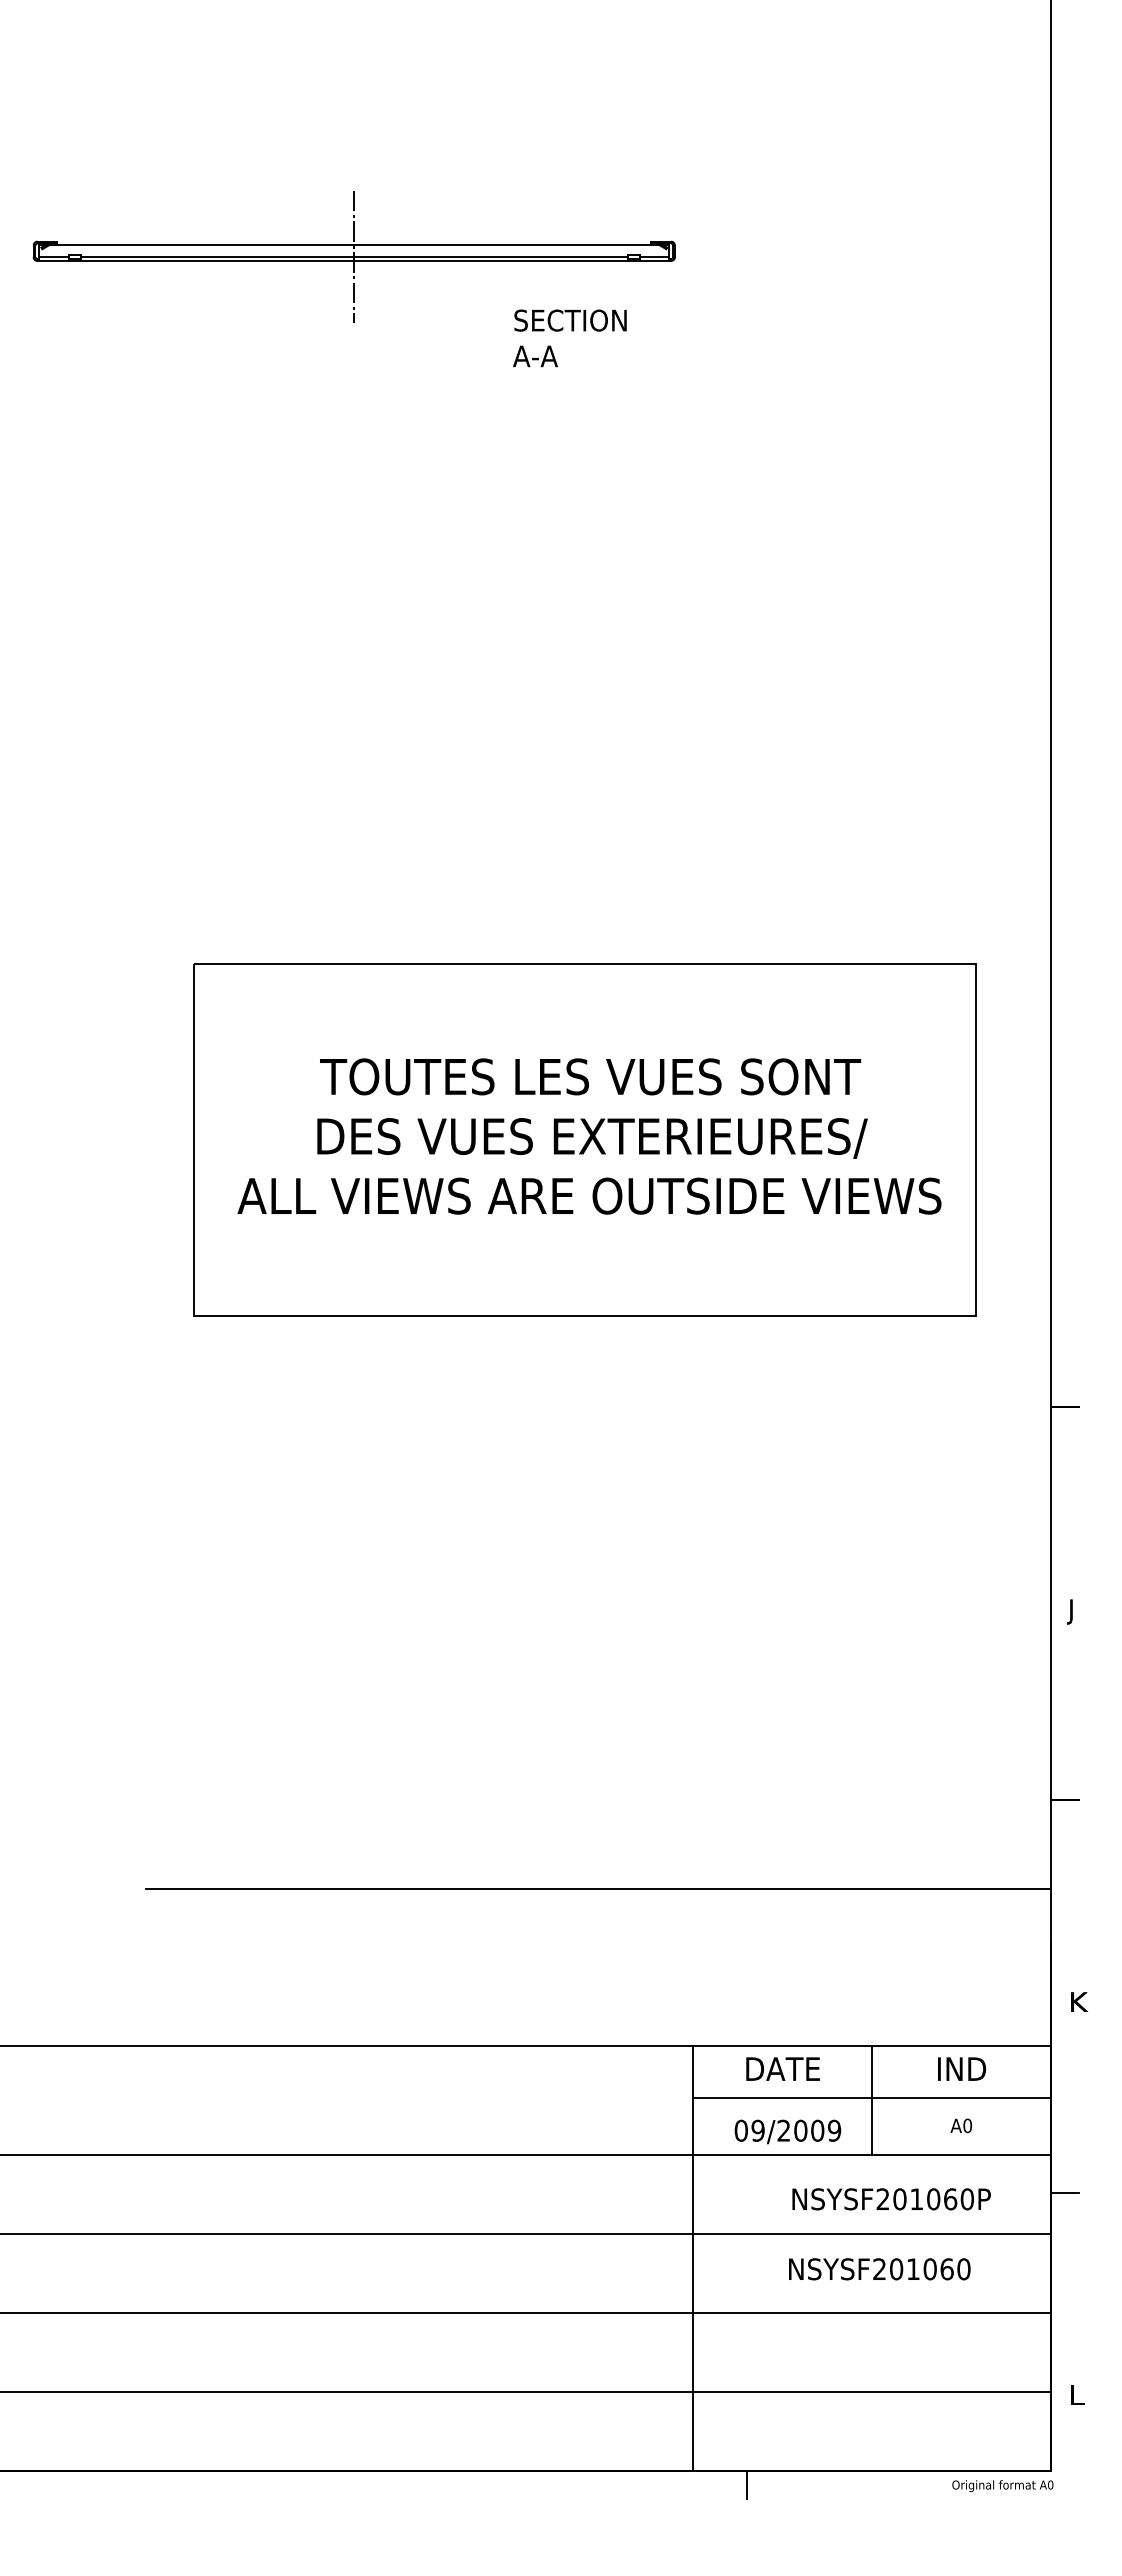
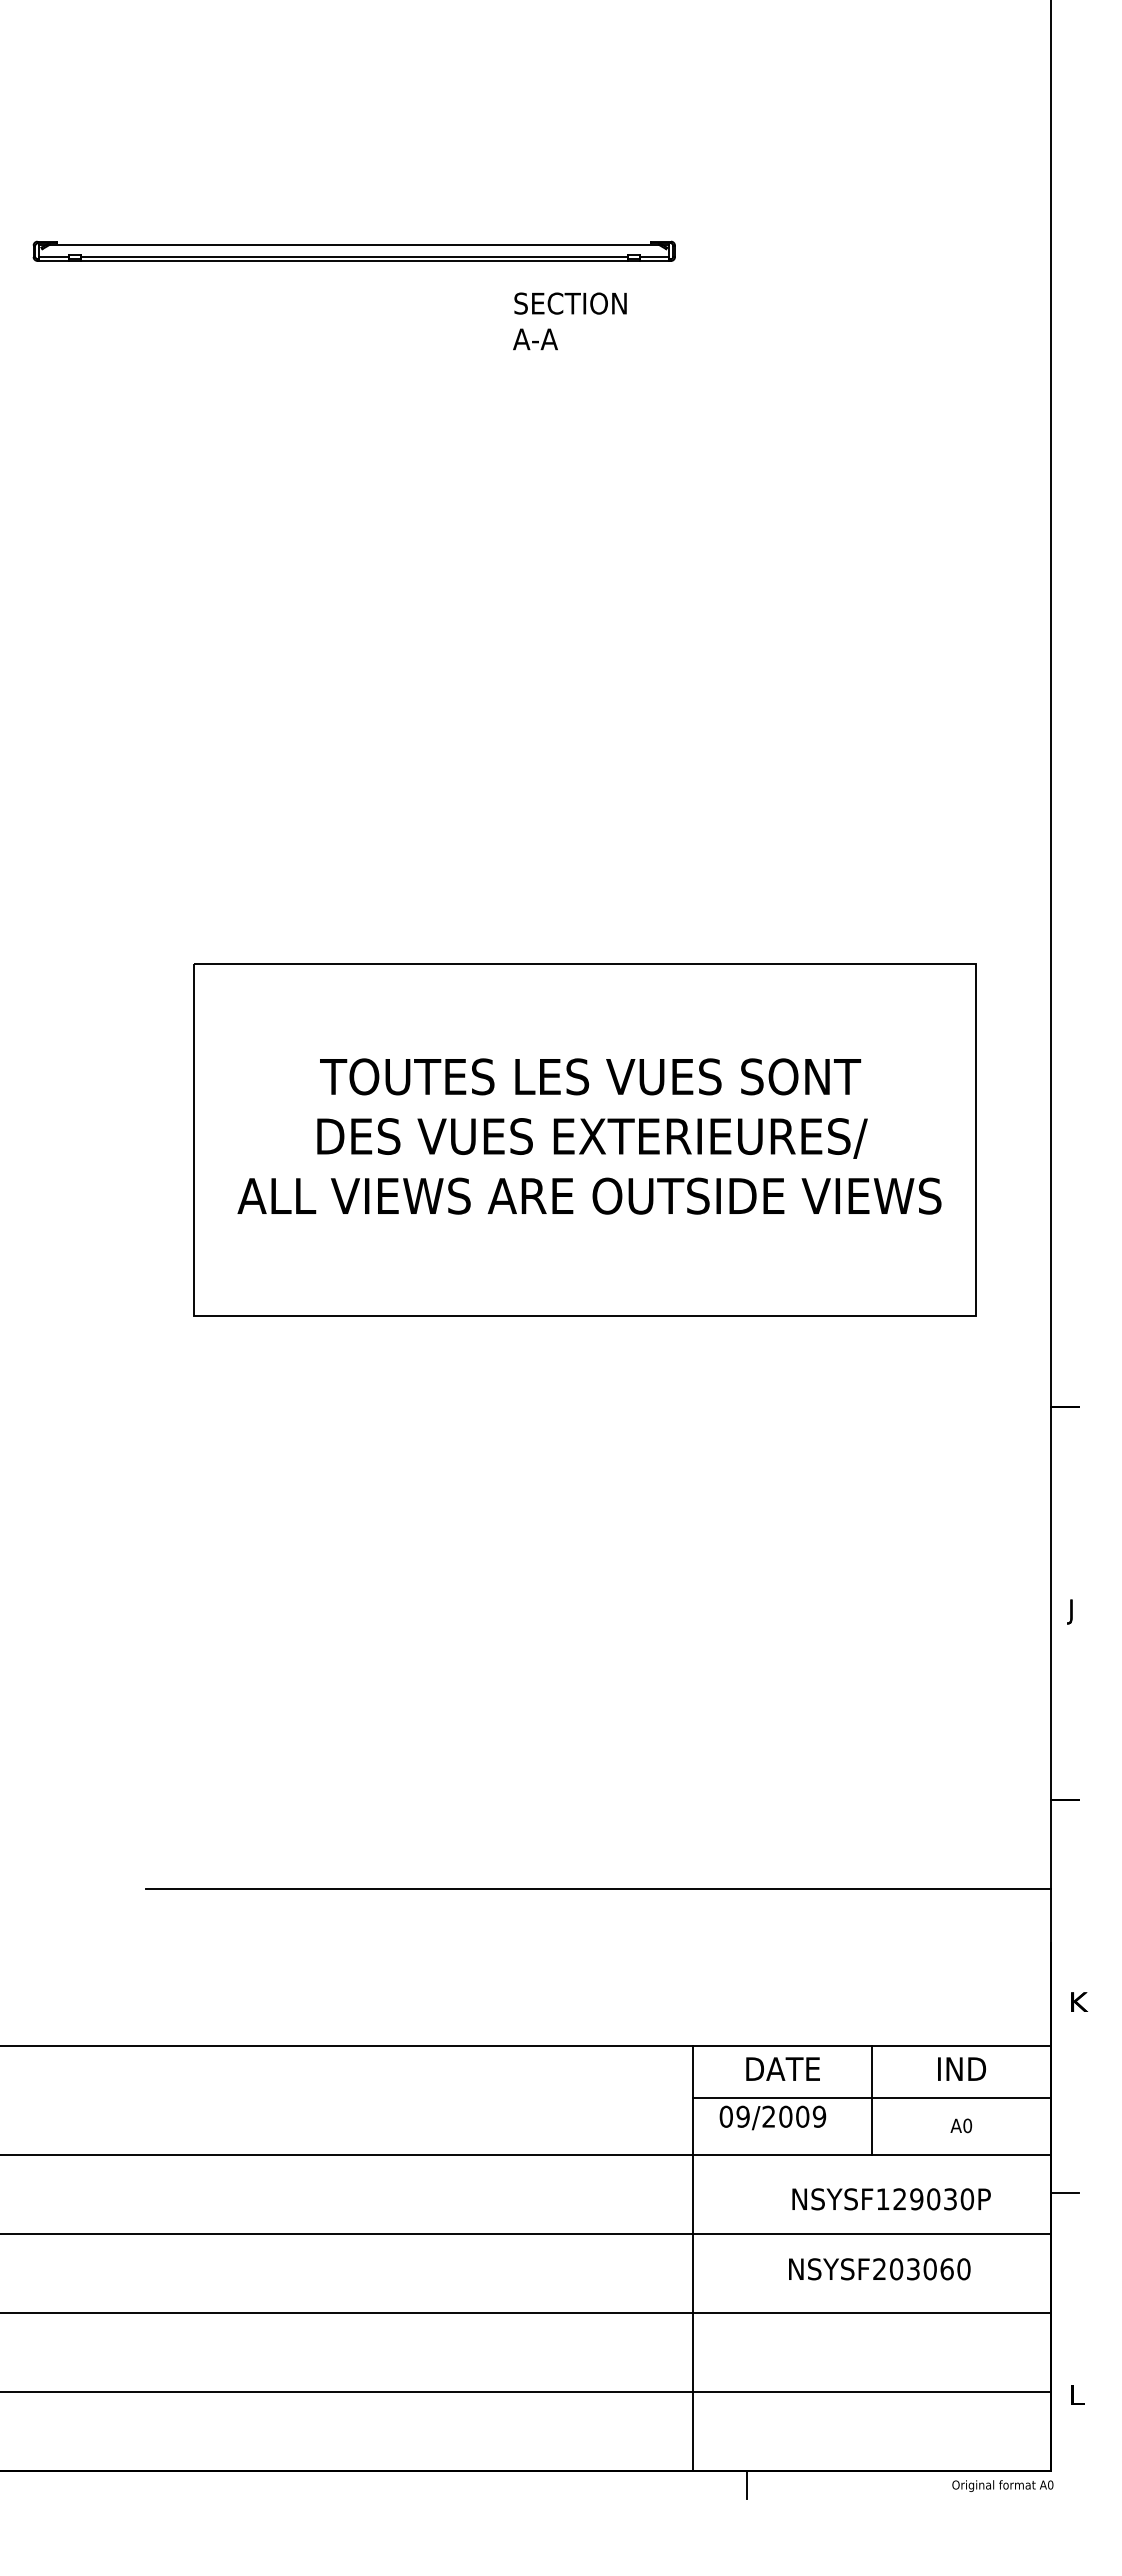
line at (354, 256): present -> none
text at (569, 338) position: (569, 338) -> (569, 321)
text at (787, 2131) position: (787, 2131) -> (772, 2117)
text at (916, 2199): NSYSF201060P -> NSYSF129030P
text at (913, 2269): NSYSF201060 -> NSYSF203060
